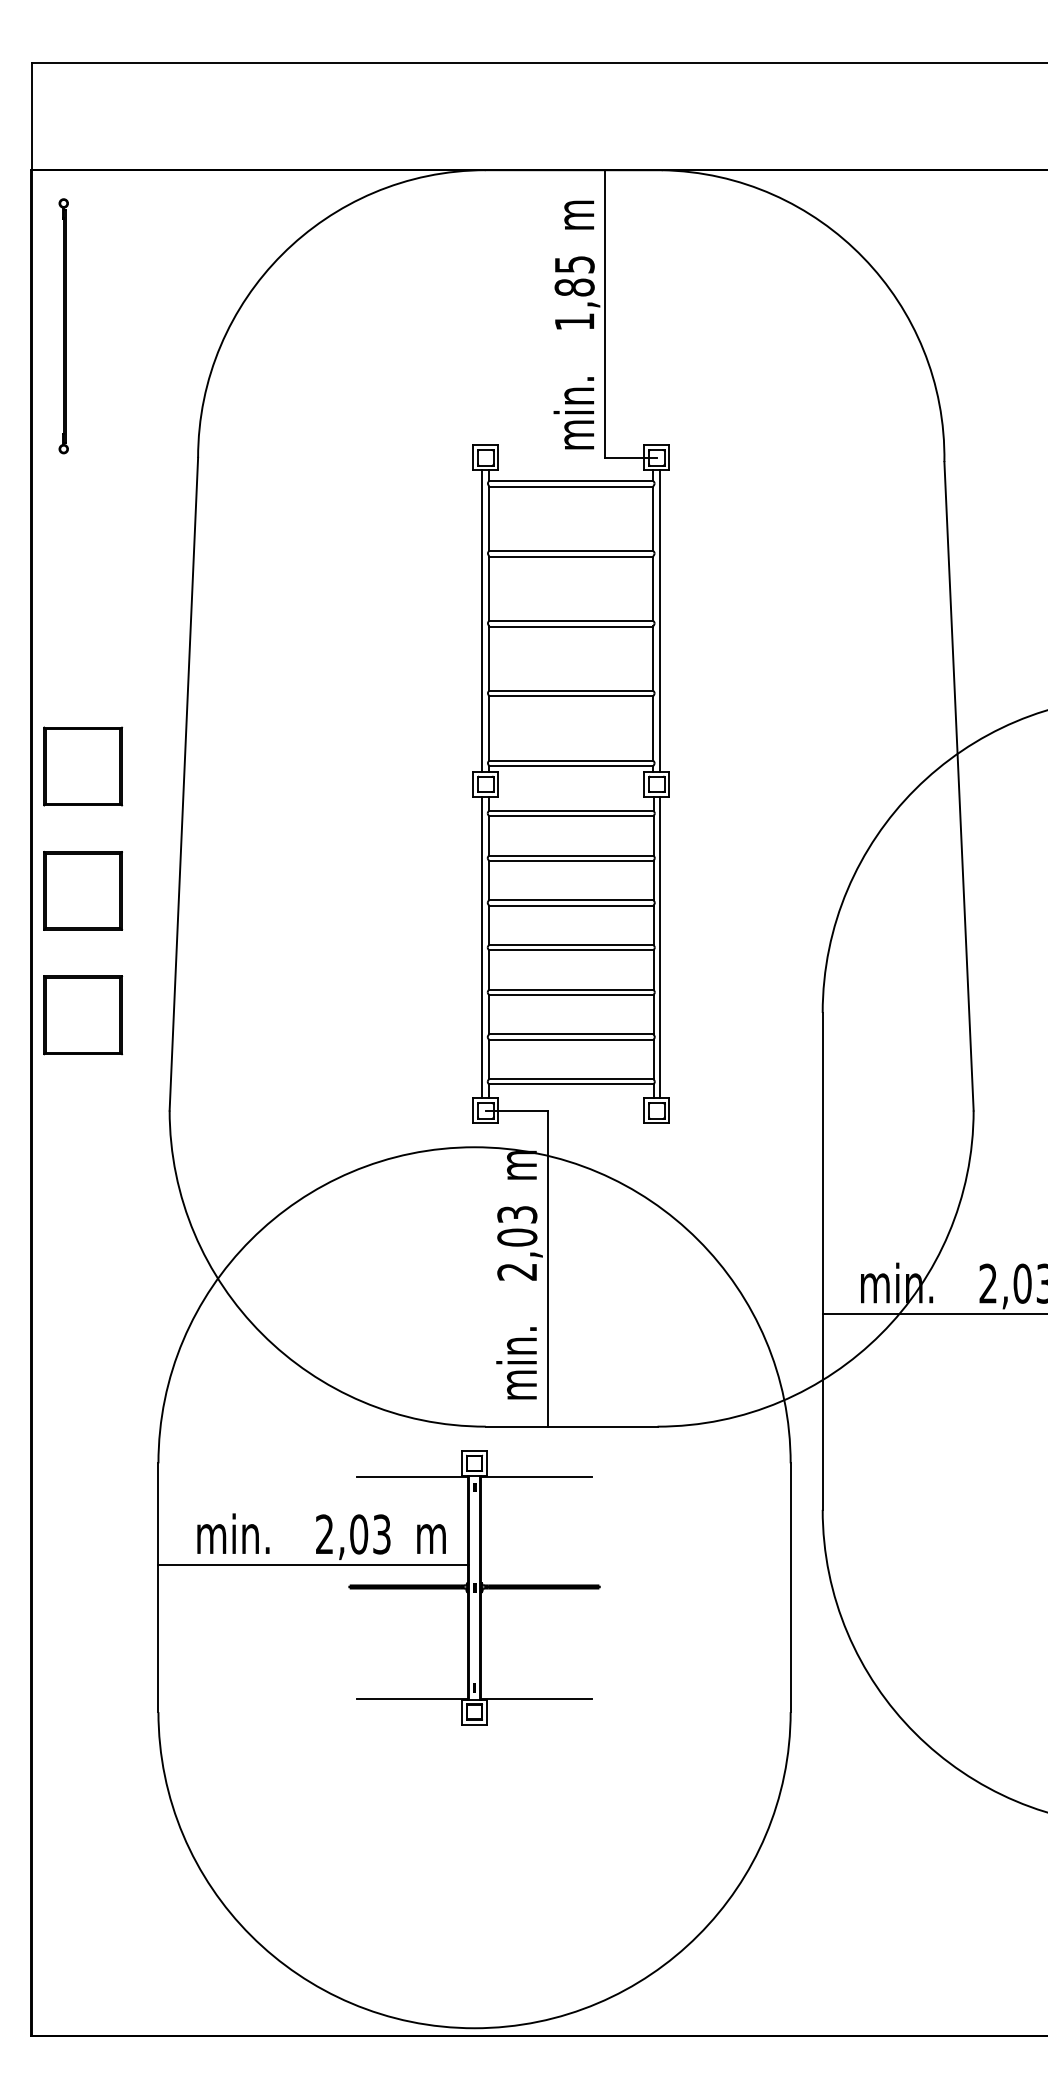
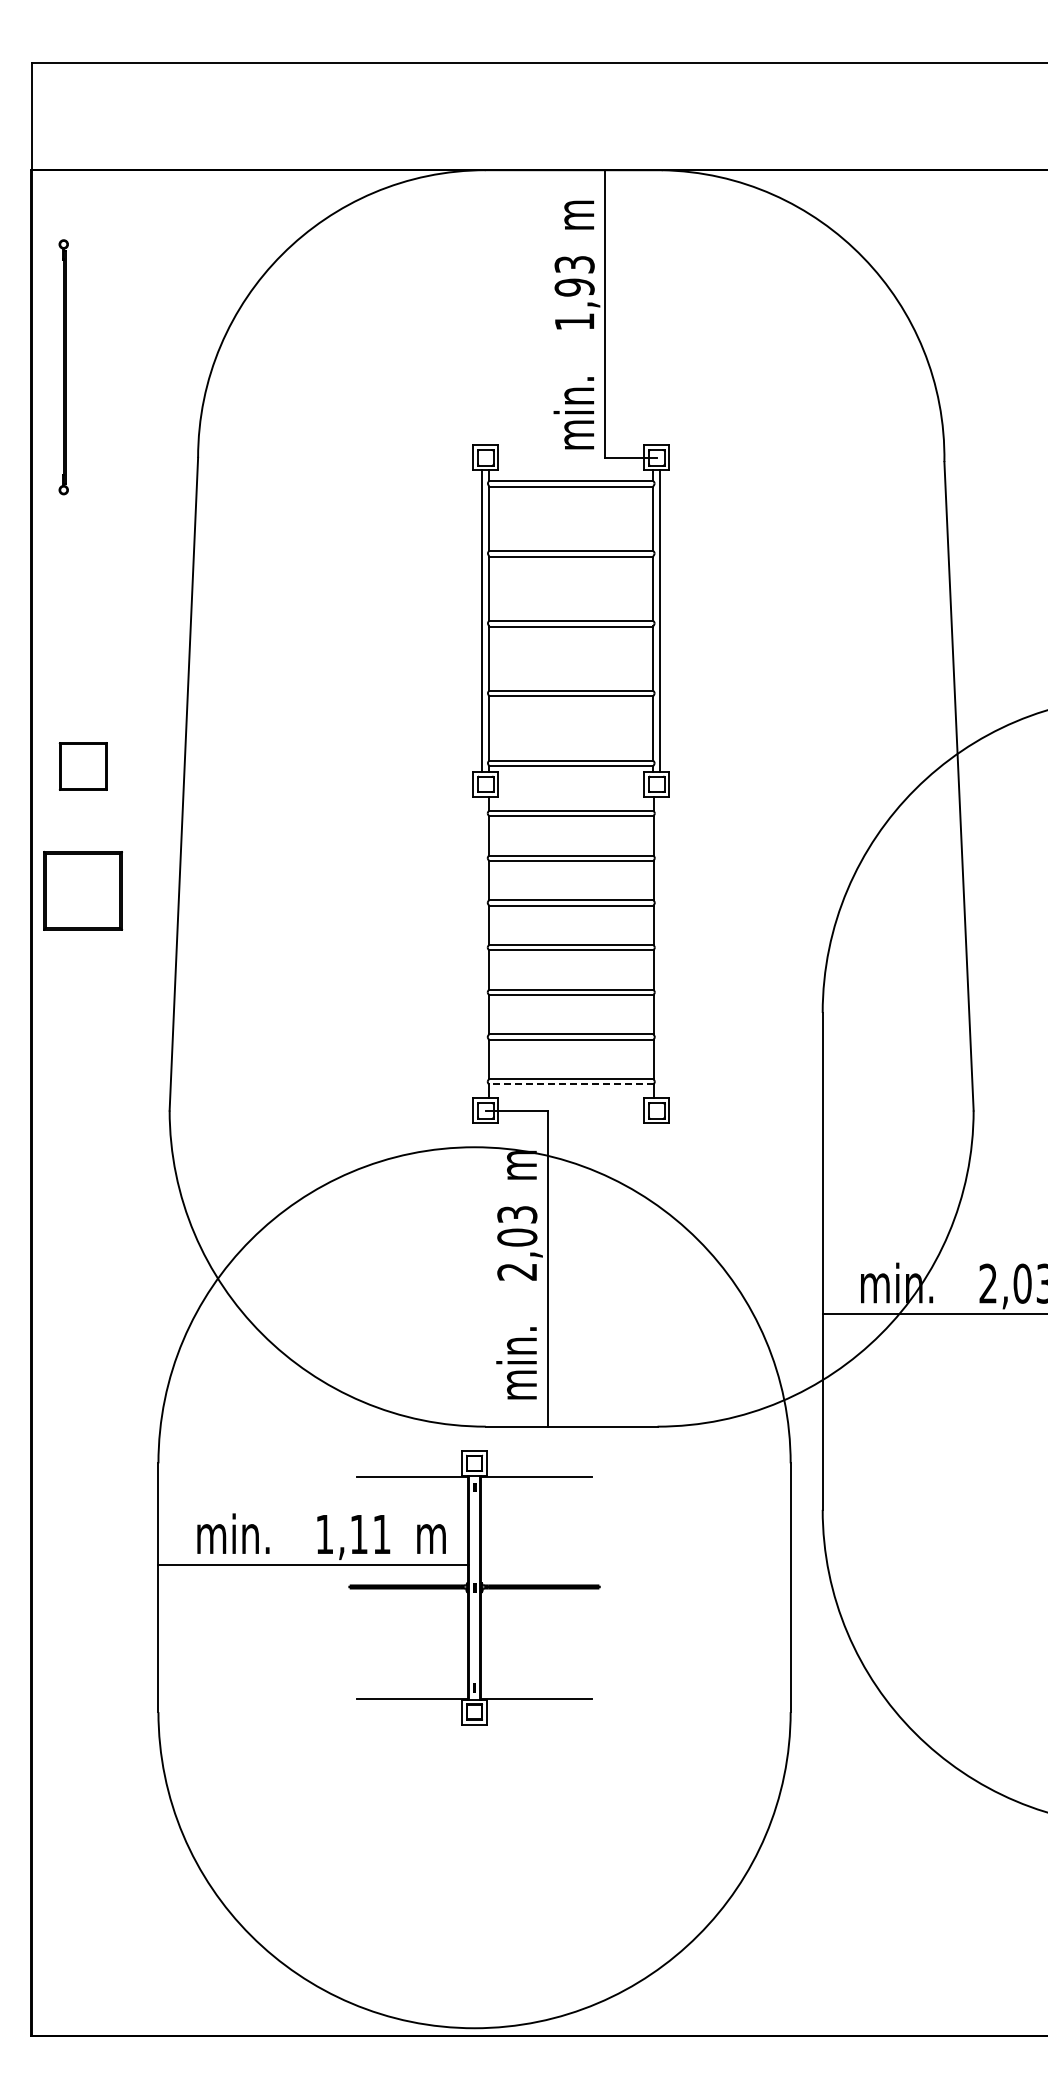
text at (574, 276): 1,85 -> 1,93
part at (63, 326) position: (63, 326) -> (63, 367)
part at (83, 766) size: 81x81 px -> 50x49 px
line at (482, 947): present -> none
line at (660, 947): present -> none
part at (83, 1015): present -> none
line at (570, 1084): solid -> dashed
text at (353, 1534): 2,03 -> 1,11
